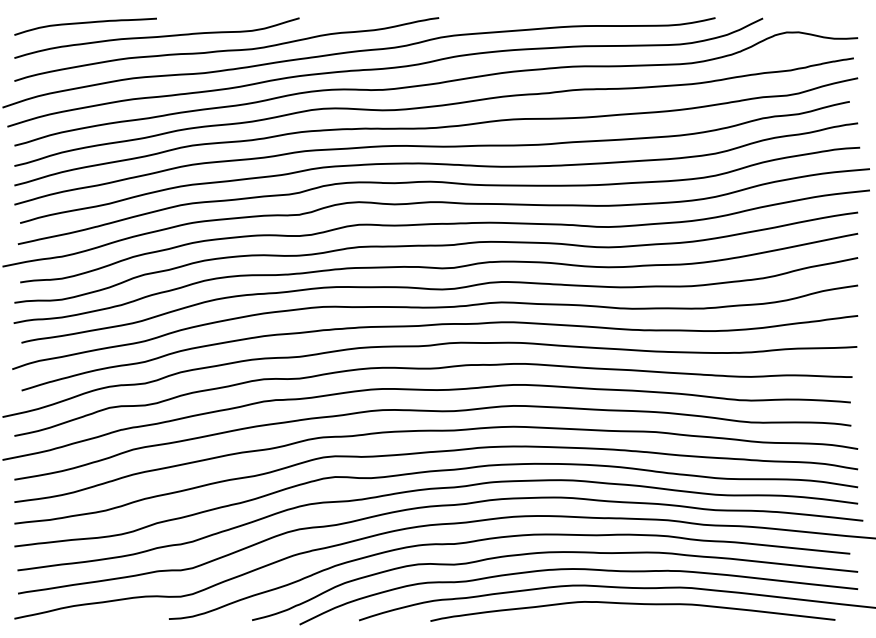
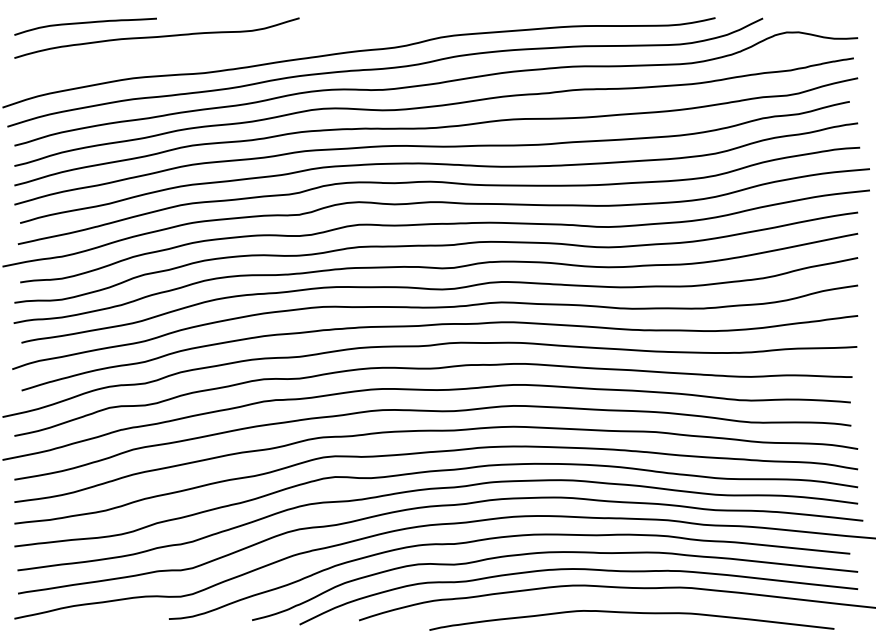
curve at (226, 49): present -> none
curve at (632, 604) position: (632, 604) -> (631, 613)
